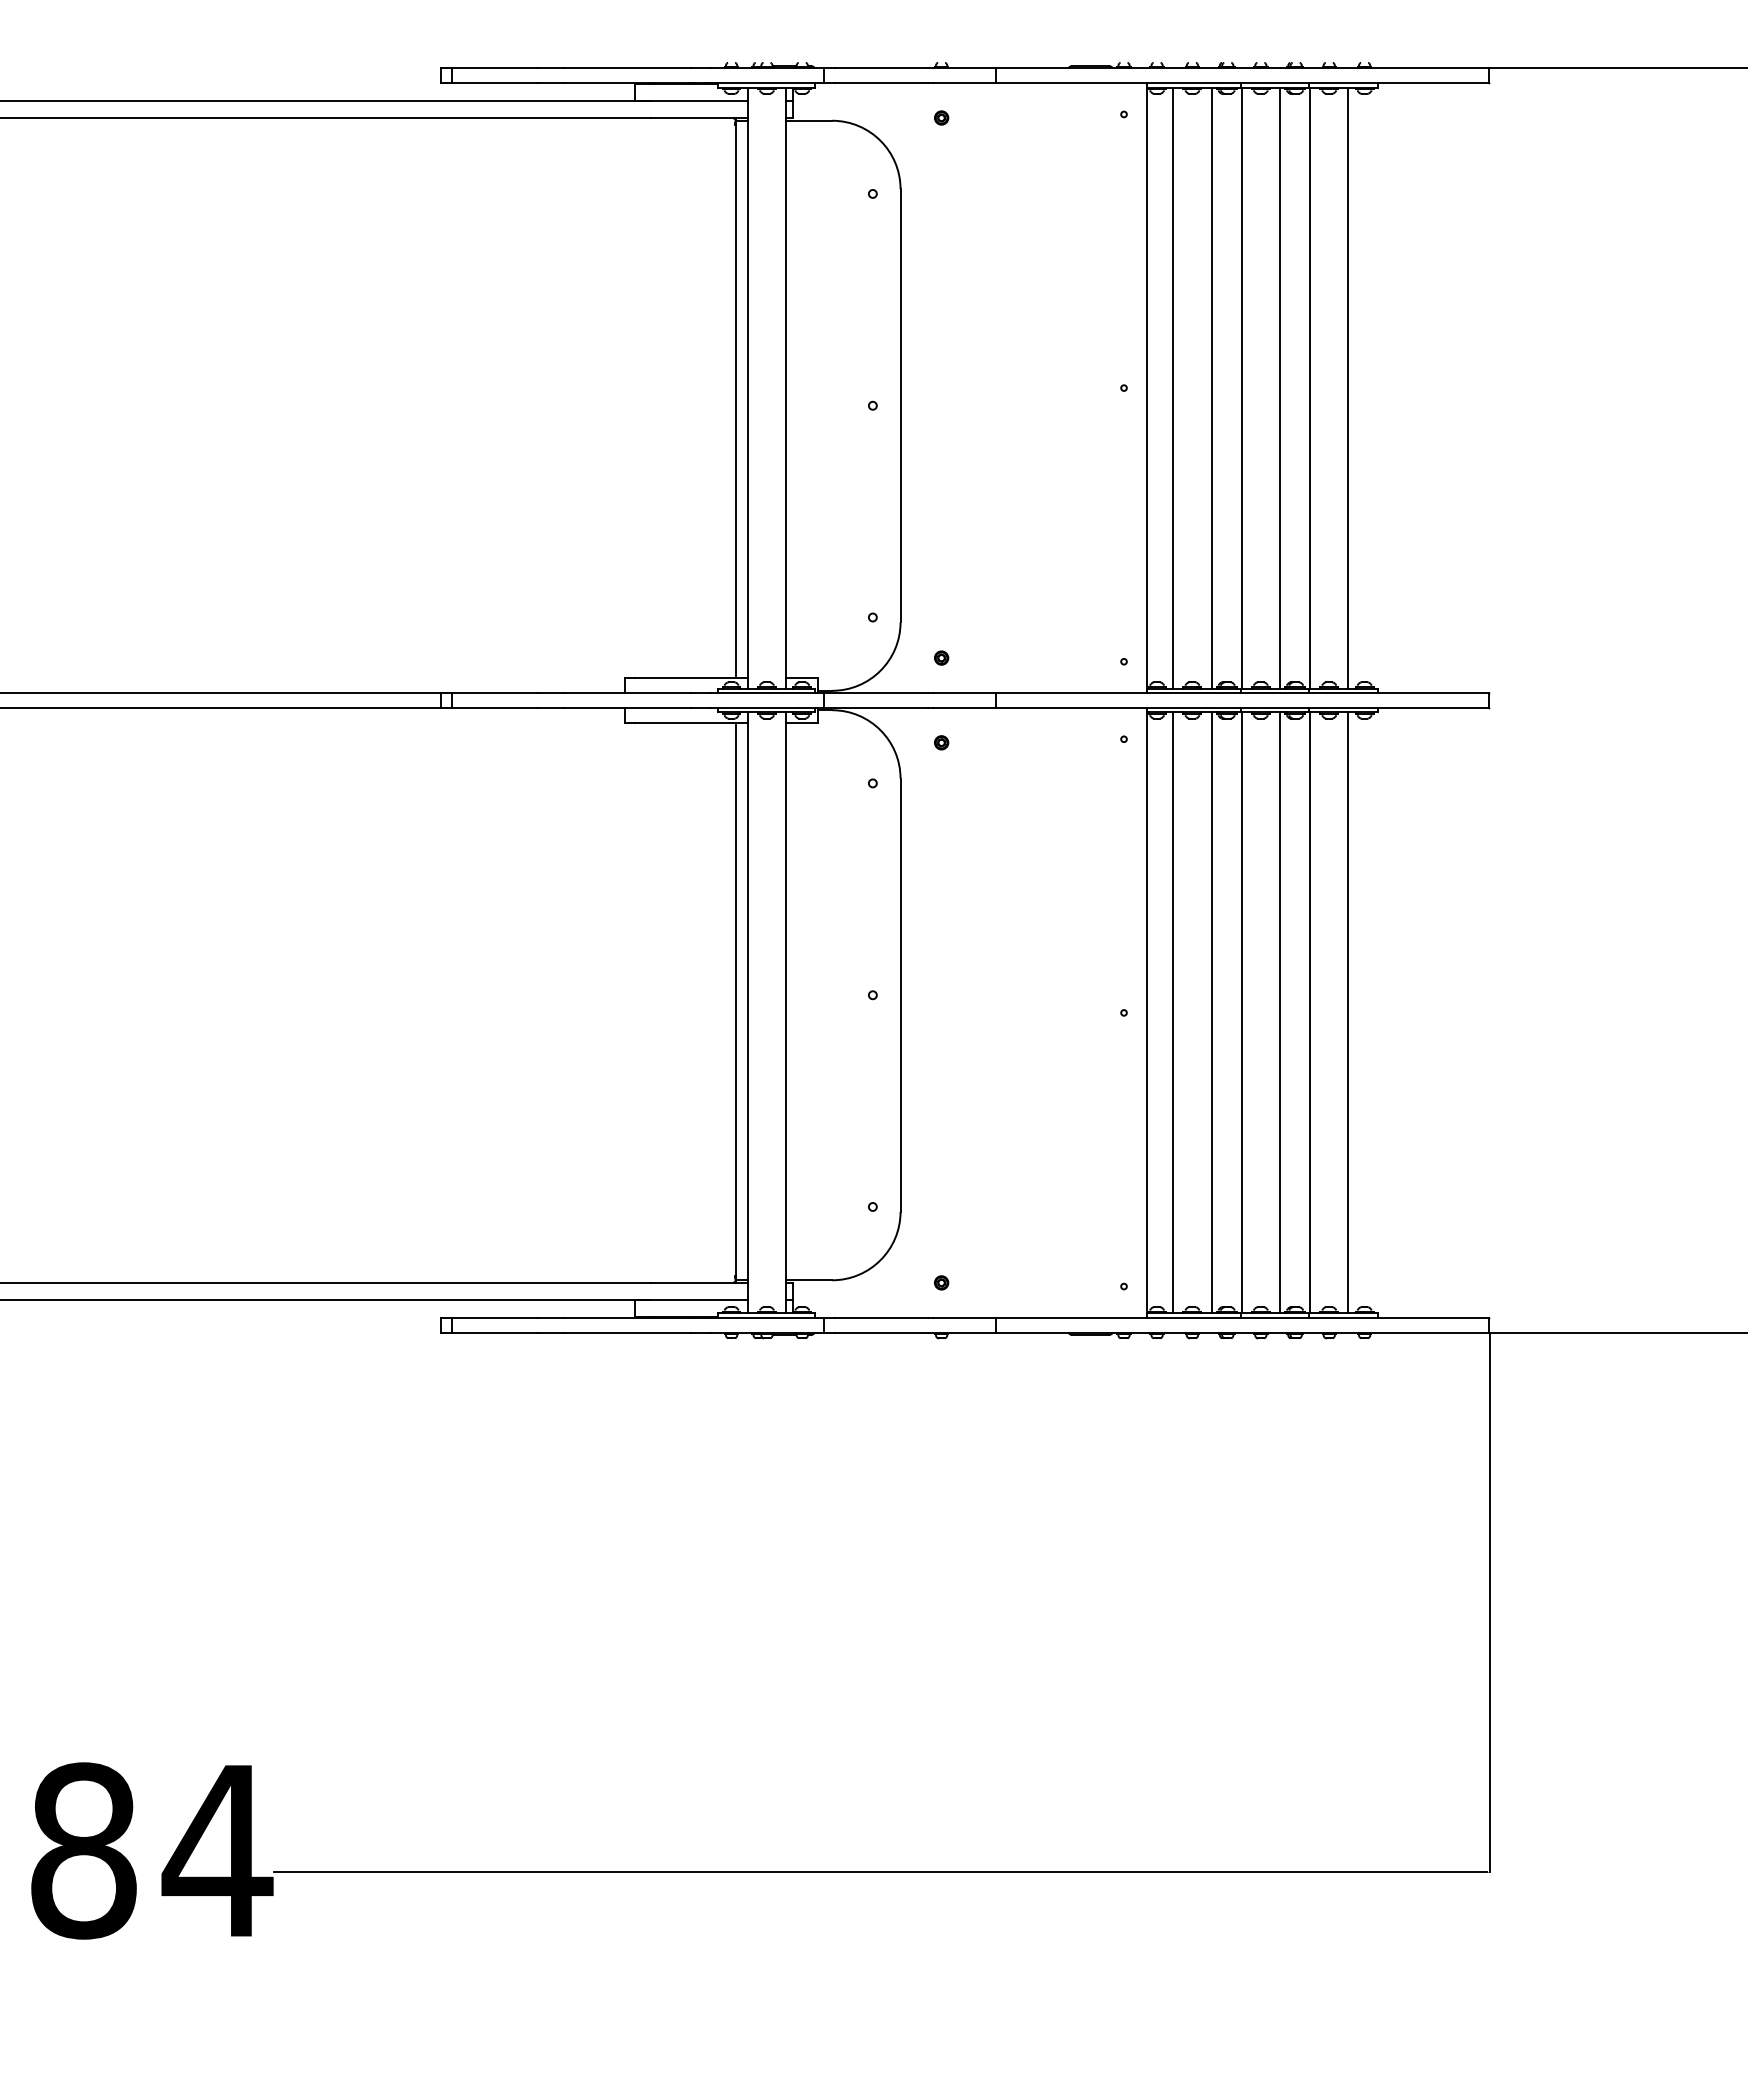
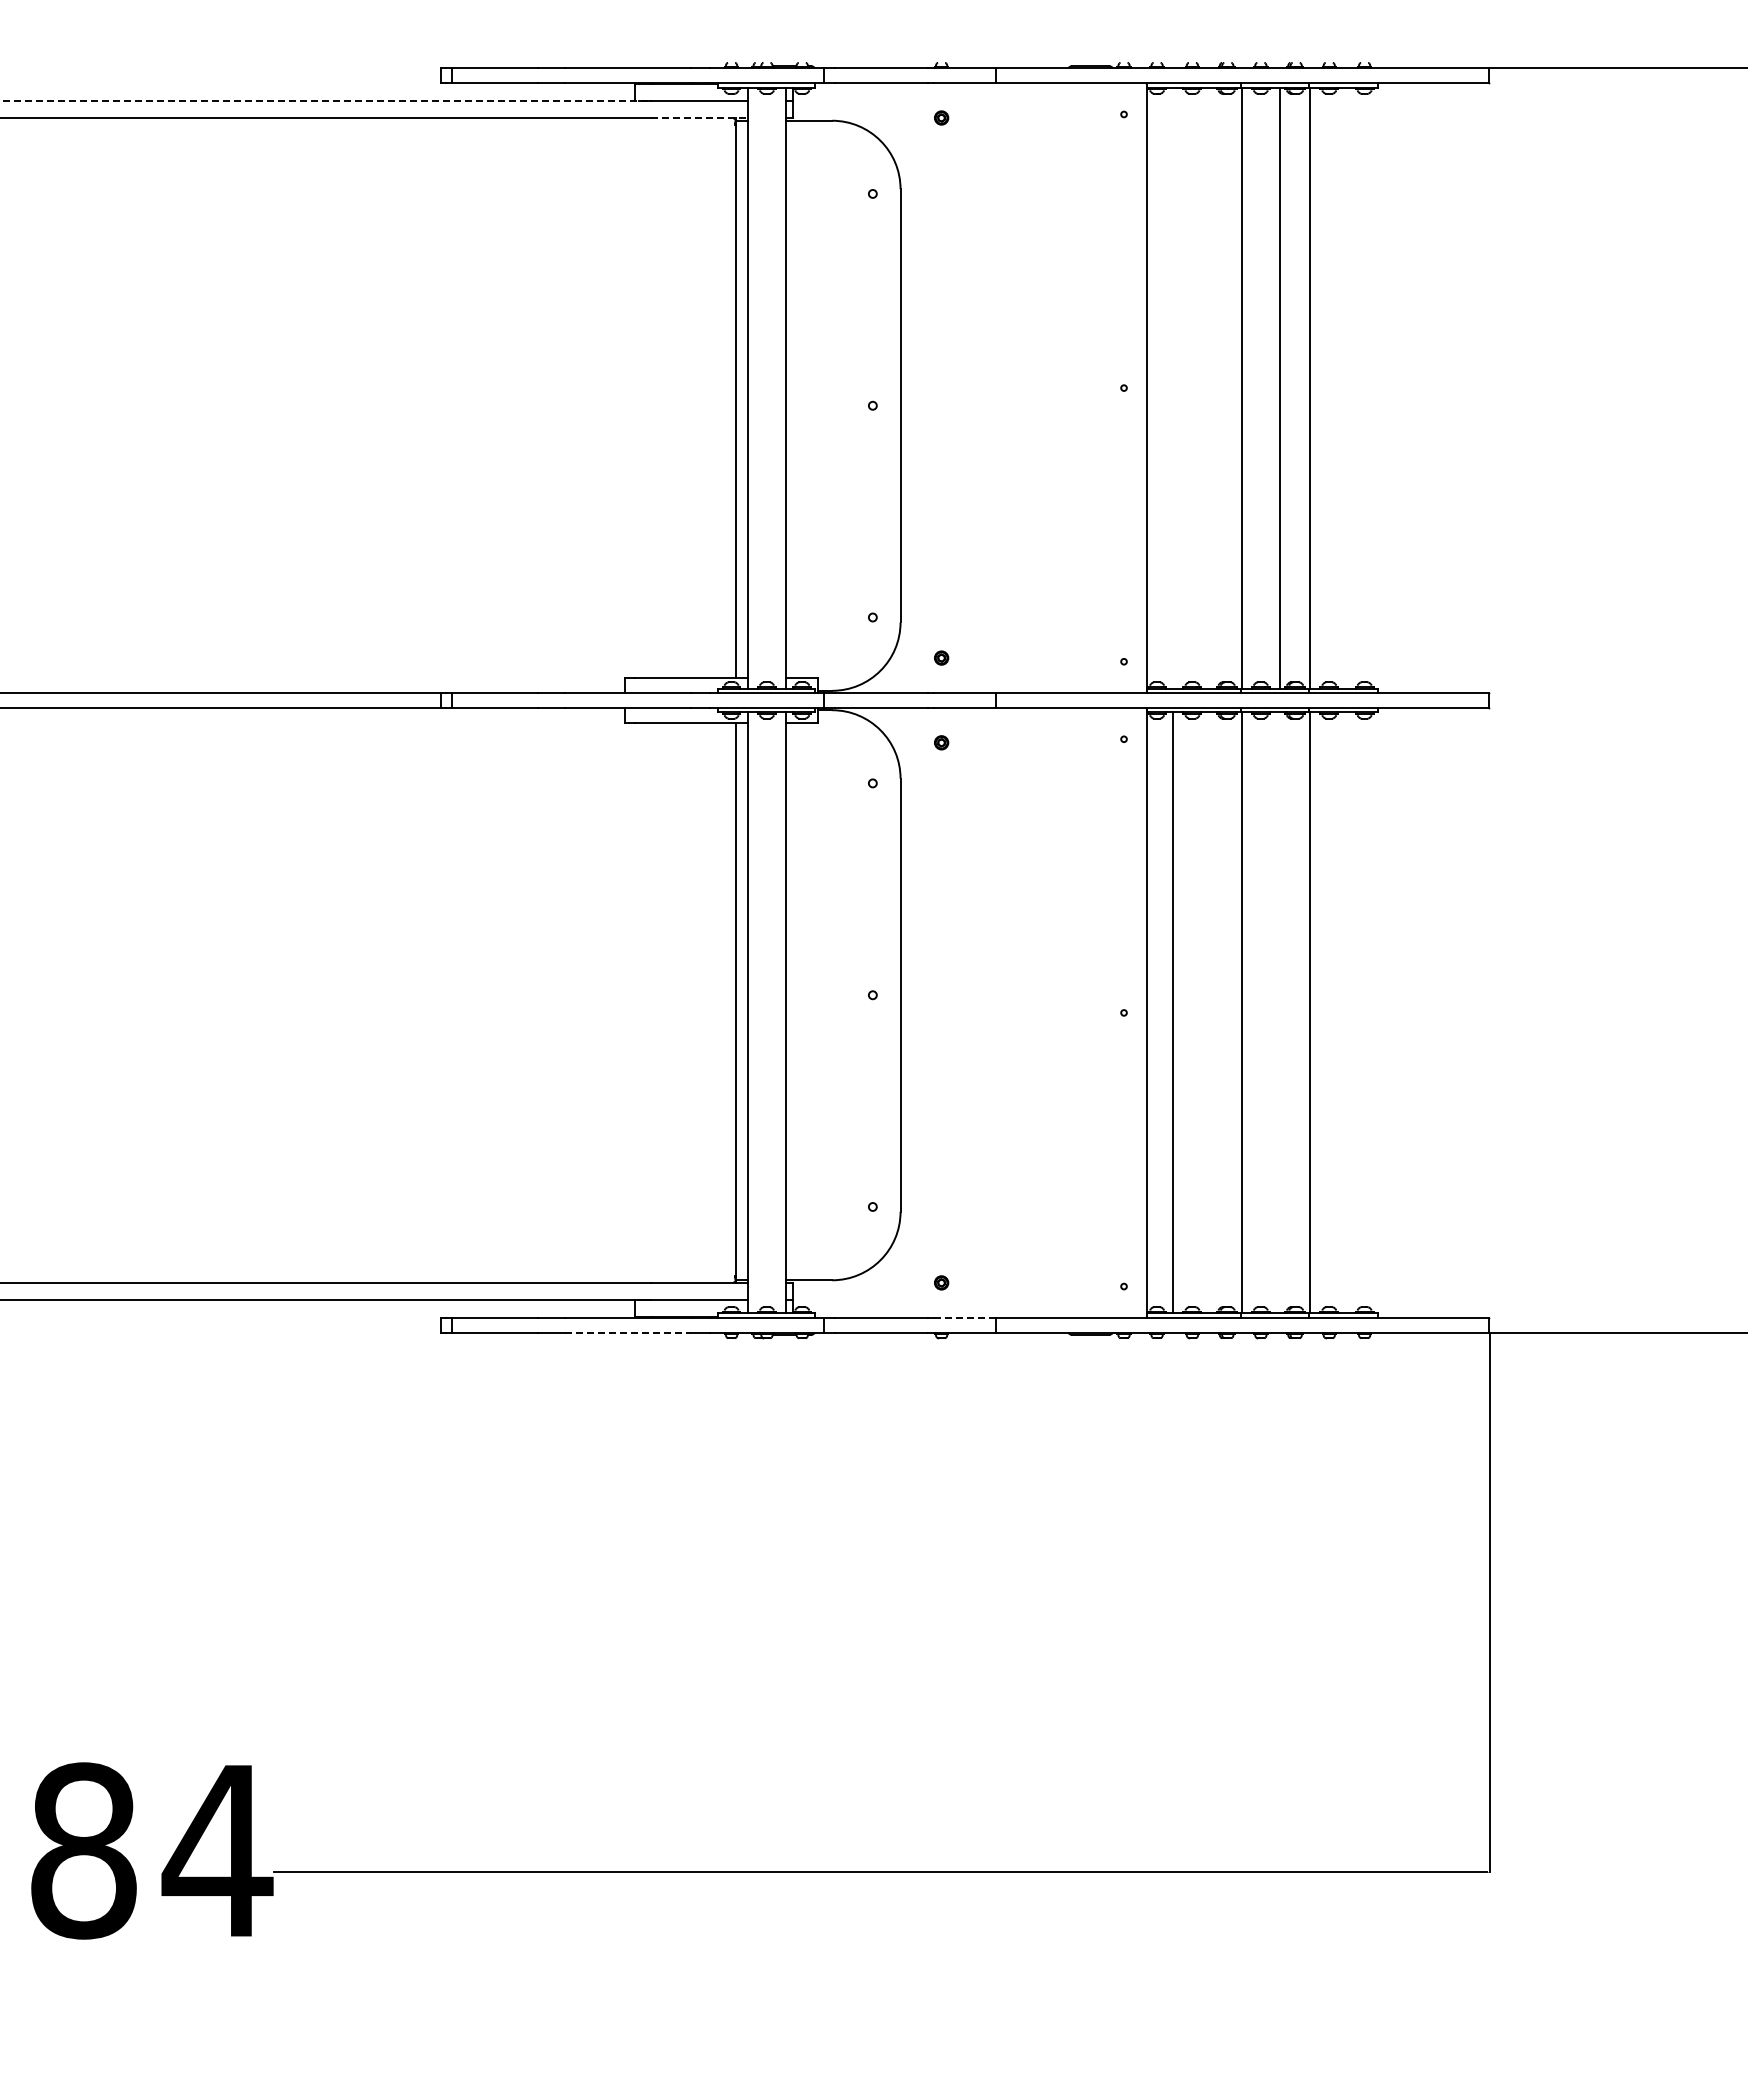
line at (326, 101): solid -> dashed
line at (699, 118): solid -> dashed
line at (1173, 387): present -> none
line at (1211, 387): present -> none
line at (1348, 387): present -> none
line at (1211, 1012): present -> none
line at (1280, 1012): present -> none
line at (1348, 1012): present -> none
line at (965, 1317): solid -> dashed
line at (628, 1332): solid -> dashed
